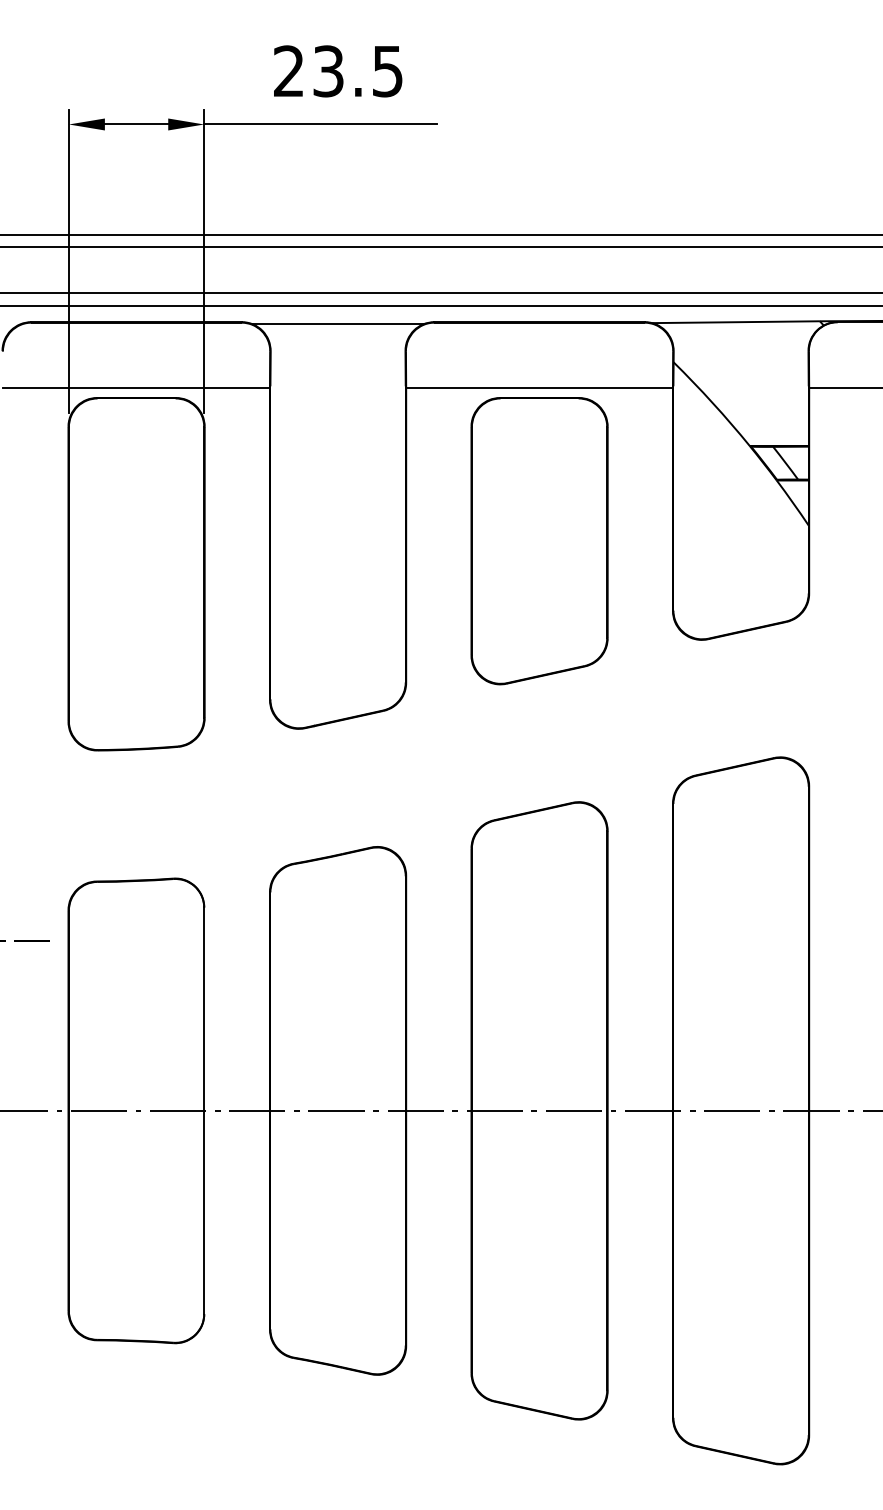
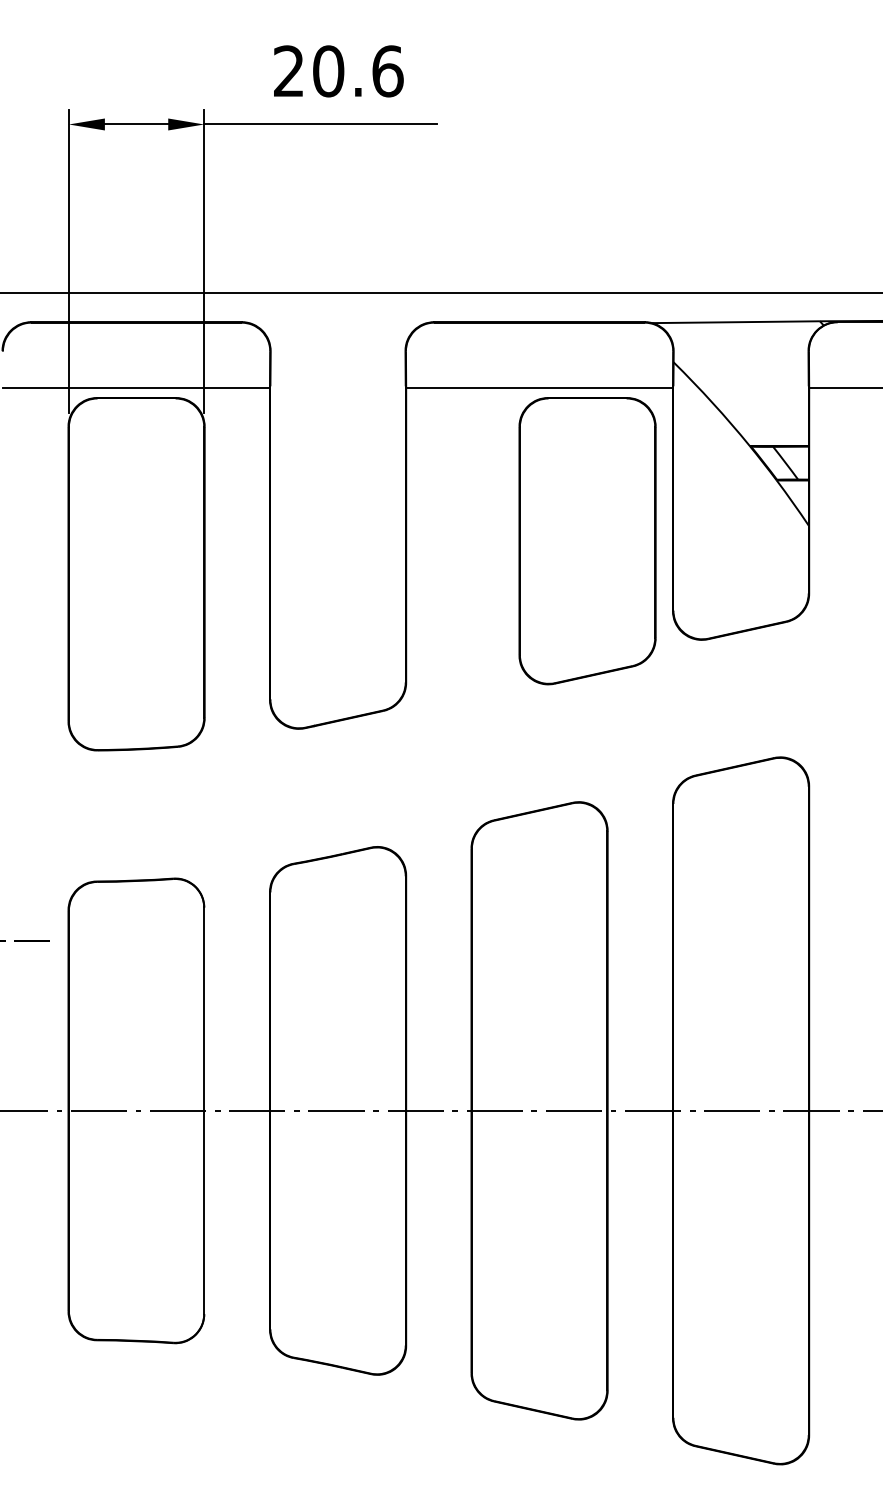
text at (358, 71): 23.5 -> 20.6
line at (440, 235): present -> none
line at (440, 247): present -> none
line at (440, 305): present -> none
line at (337, 323): present -> none
part at (539, 541) position: (539, 541) -> (587, 541)
